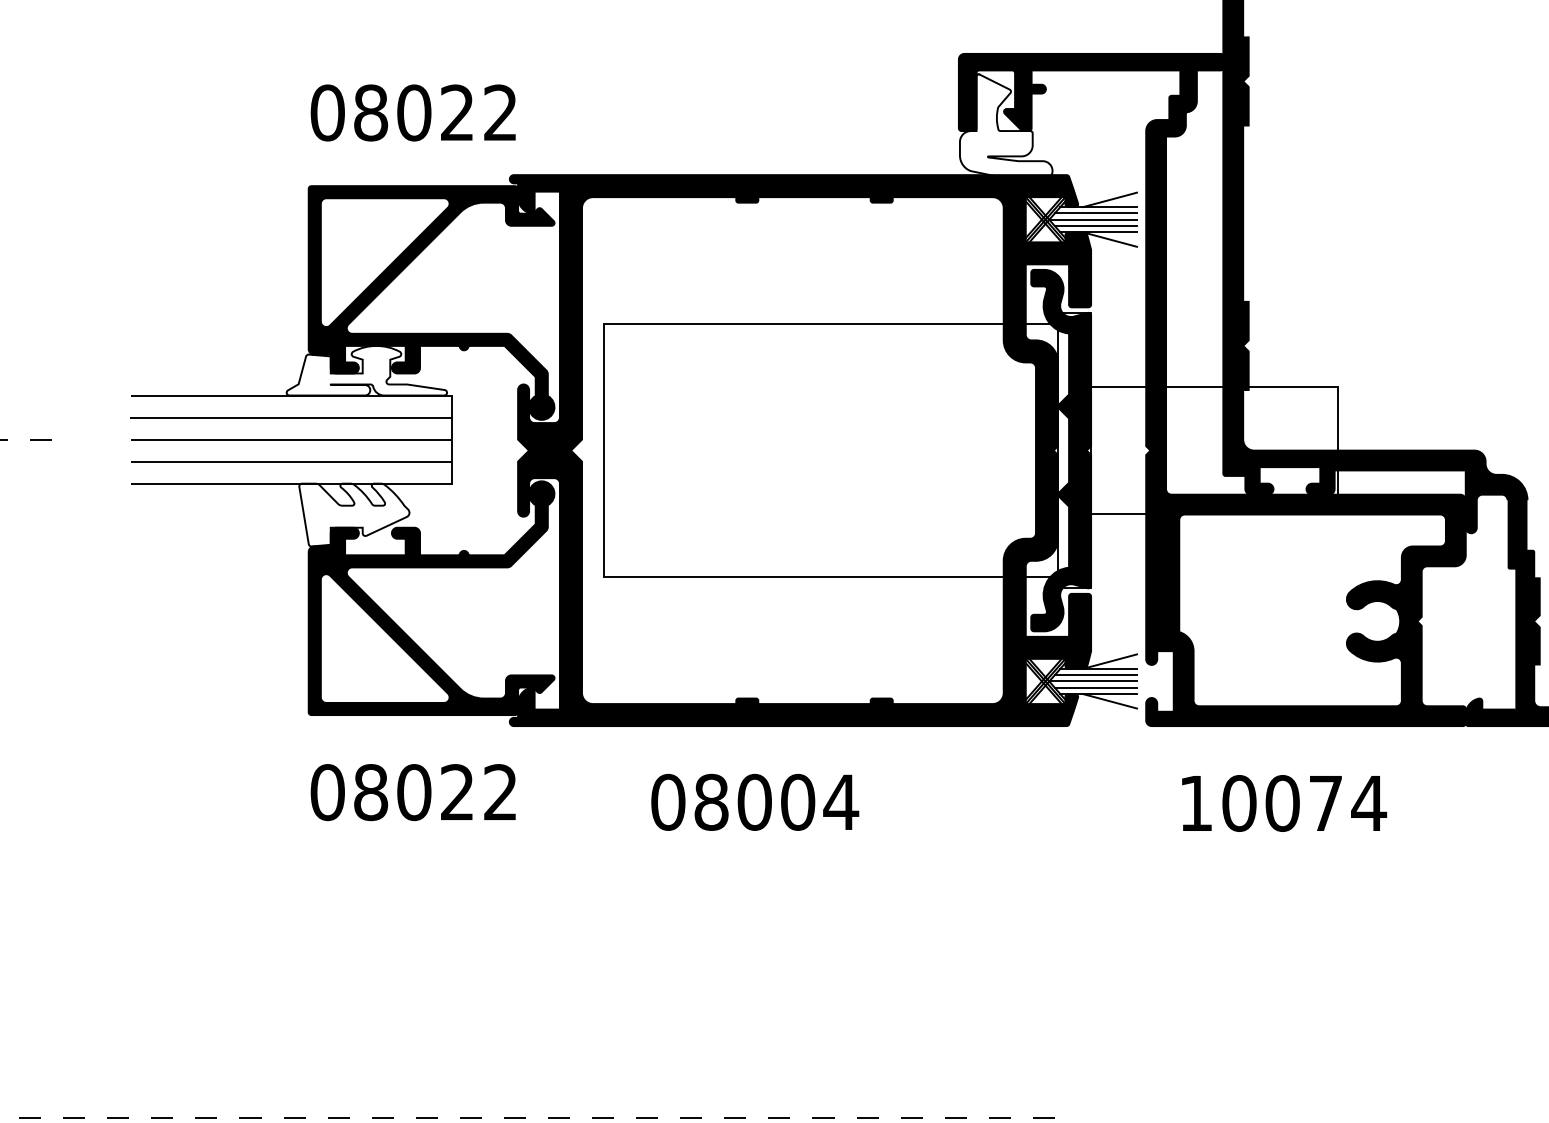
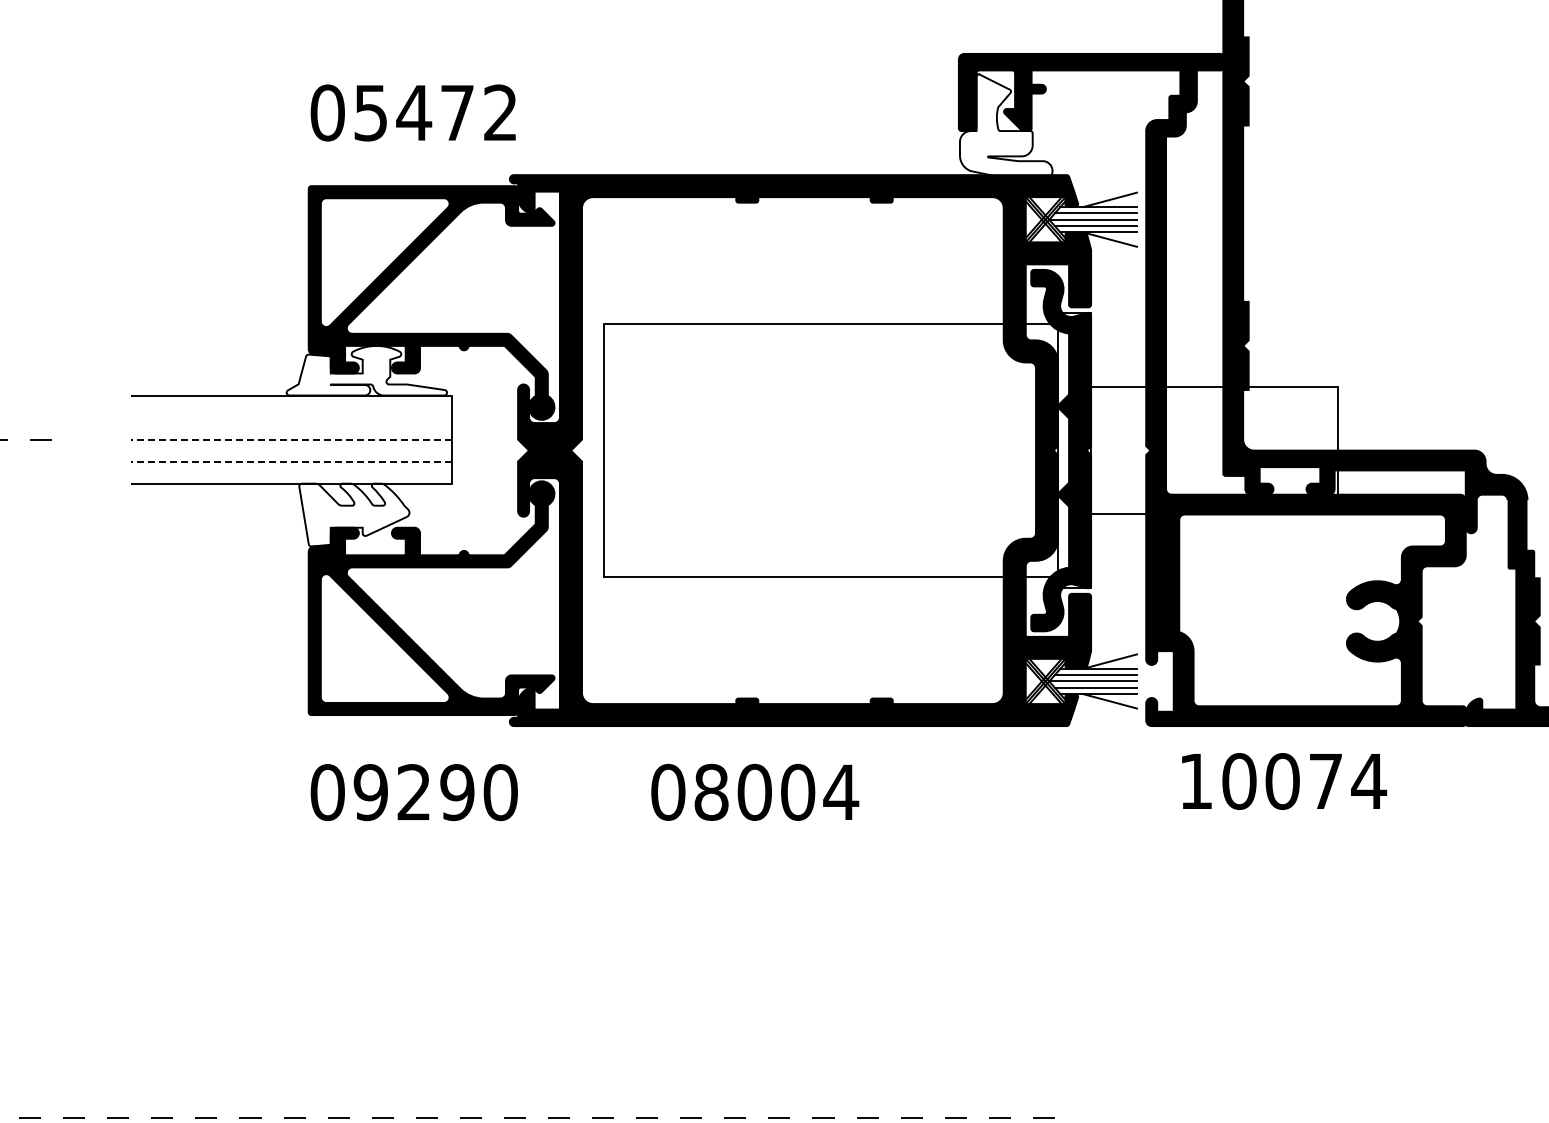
text at (413, 112): 08022 -> 05472
line at (290, 417): present -> none
line at (291, 439): solid -> dashed
line at (291, 461): solid -> dashed
text at (435, 792): 08022 -> 09290
text at (755, 801) position: (755, 801) -> (755, 791)
text at (1284, 803) position: (1284, 803) -> (1284, 781)
